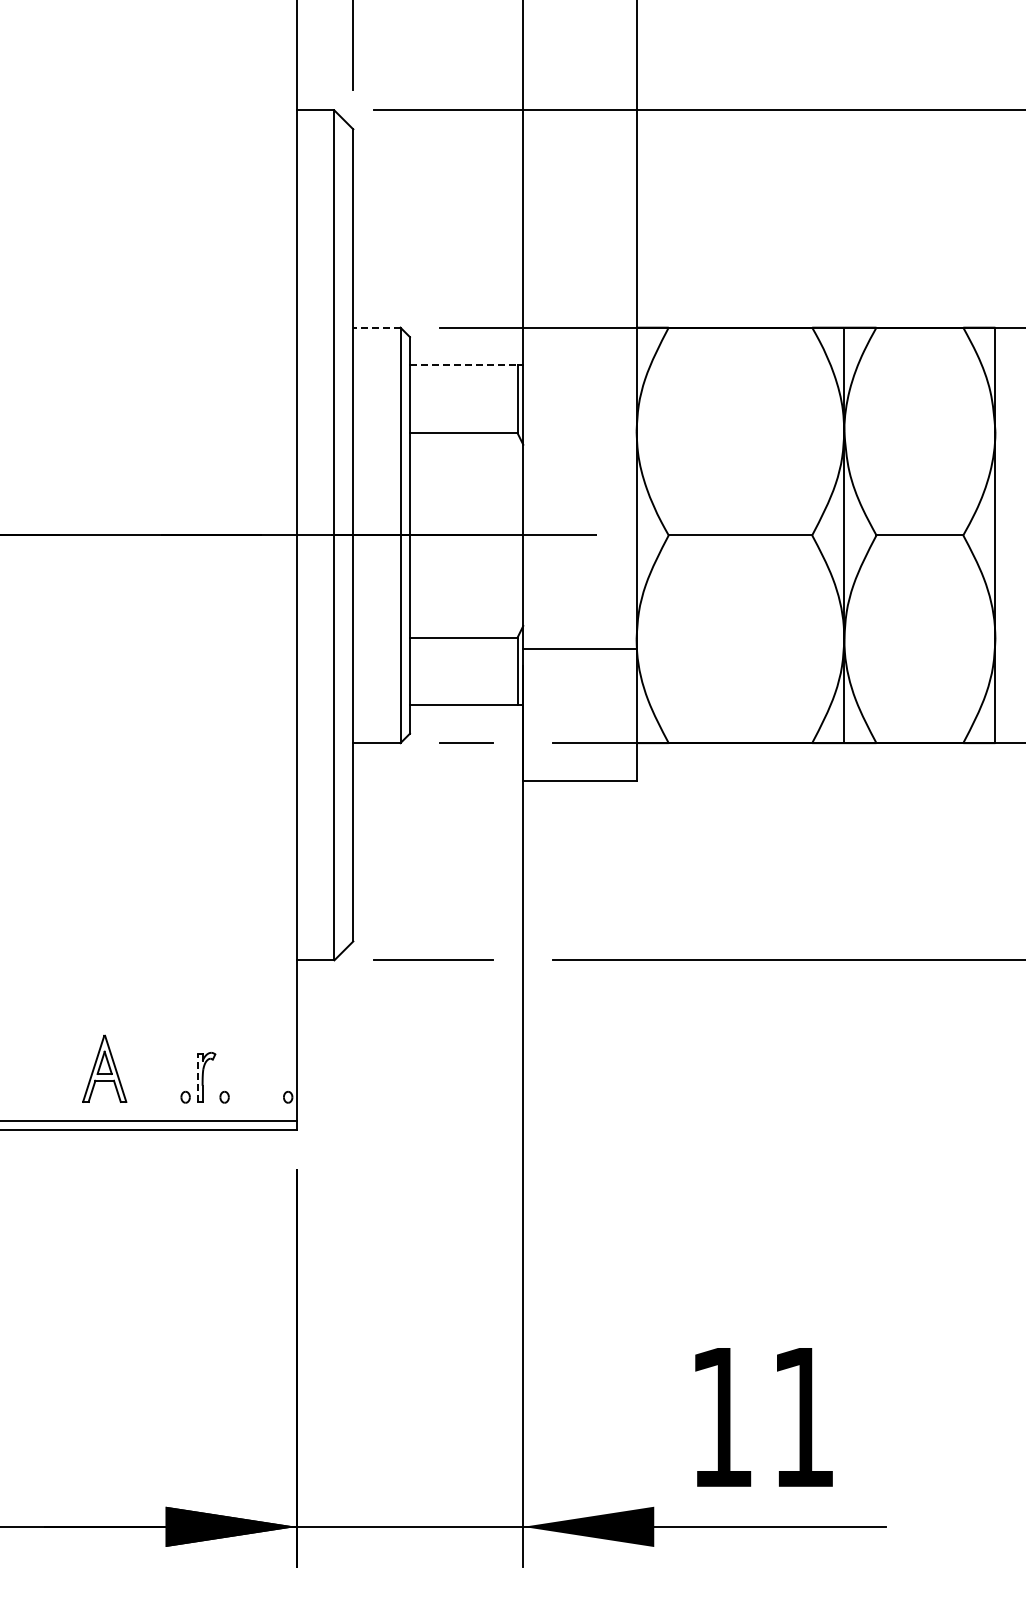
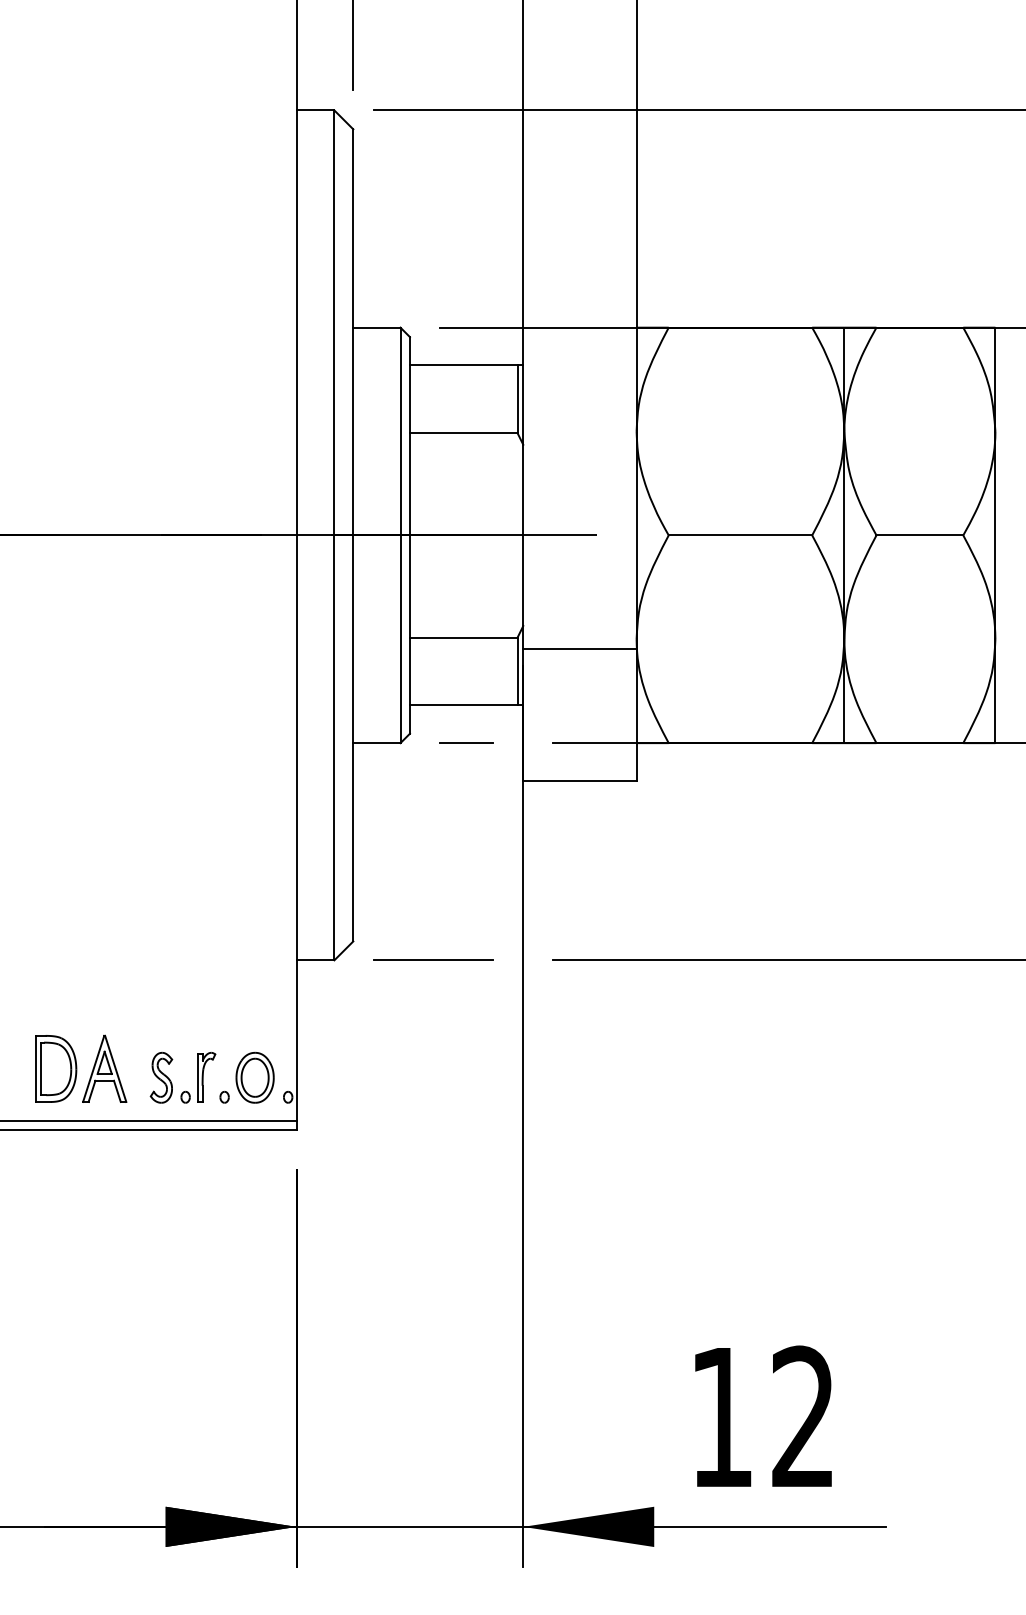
line at (376, 327): dashed -> solid
line at (463, 365): dashed -> solid
part at (56, 1068): none -> present
part at (161, 1077): none -> present
line at (197, 1077): dashed -> solid
part at (254, 1077): none -> present
text at (802, 1415): 11 -> 12
